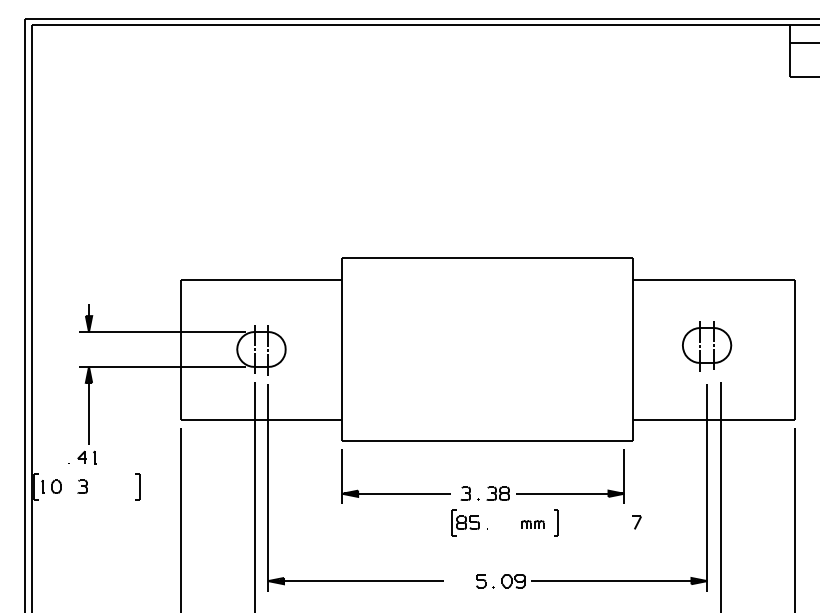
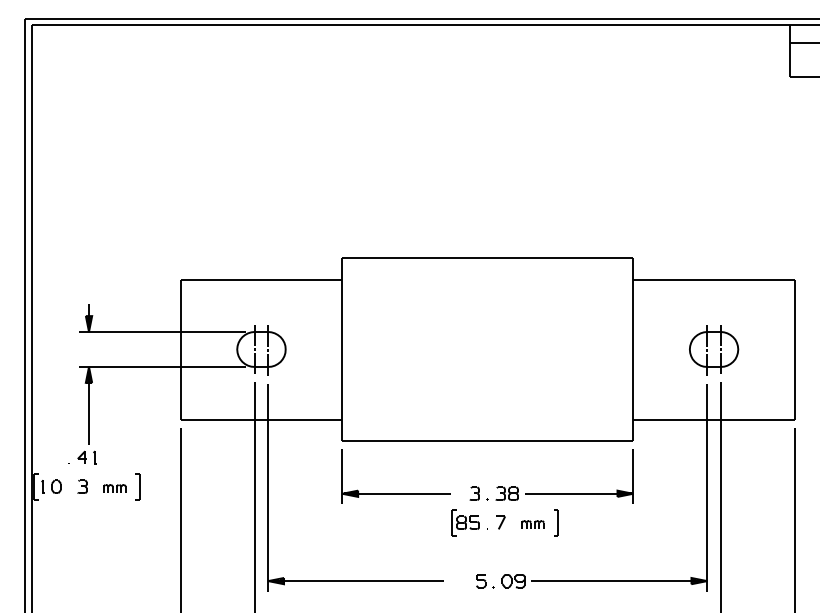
part at (707, 346) position: (707, 346) -> (714, 350)
part at (114, 488): none -> present
part at (542, 493) position: (542, 493) -> (551, 493)
part at (636, 522) position: (636, 522) -> (500, 522)
